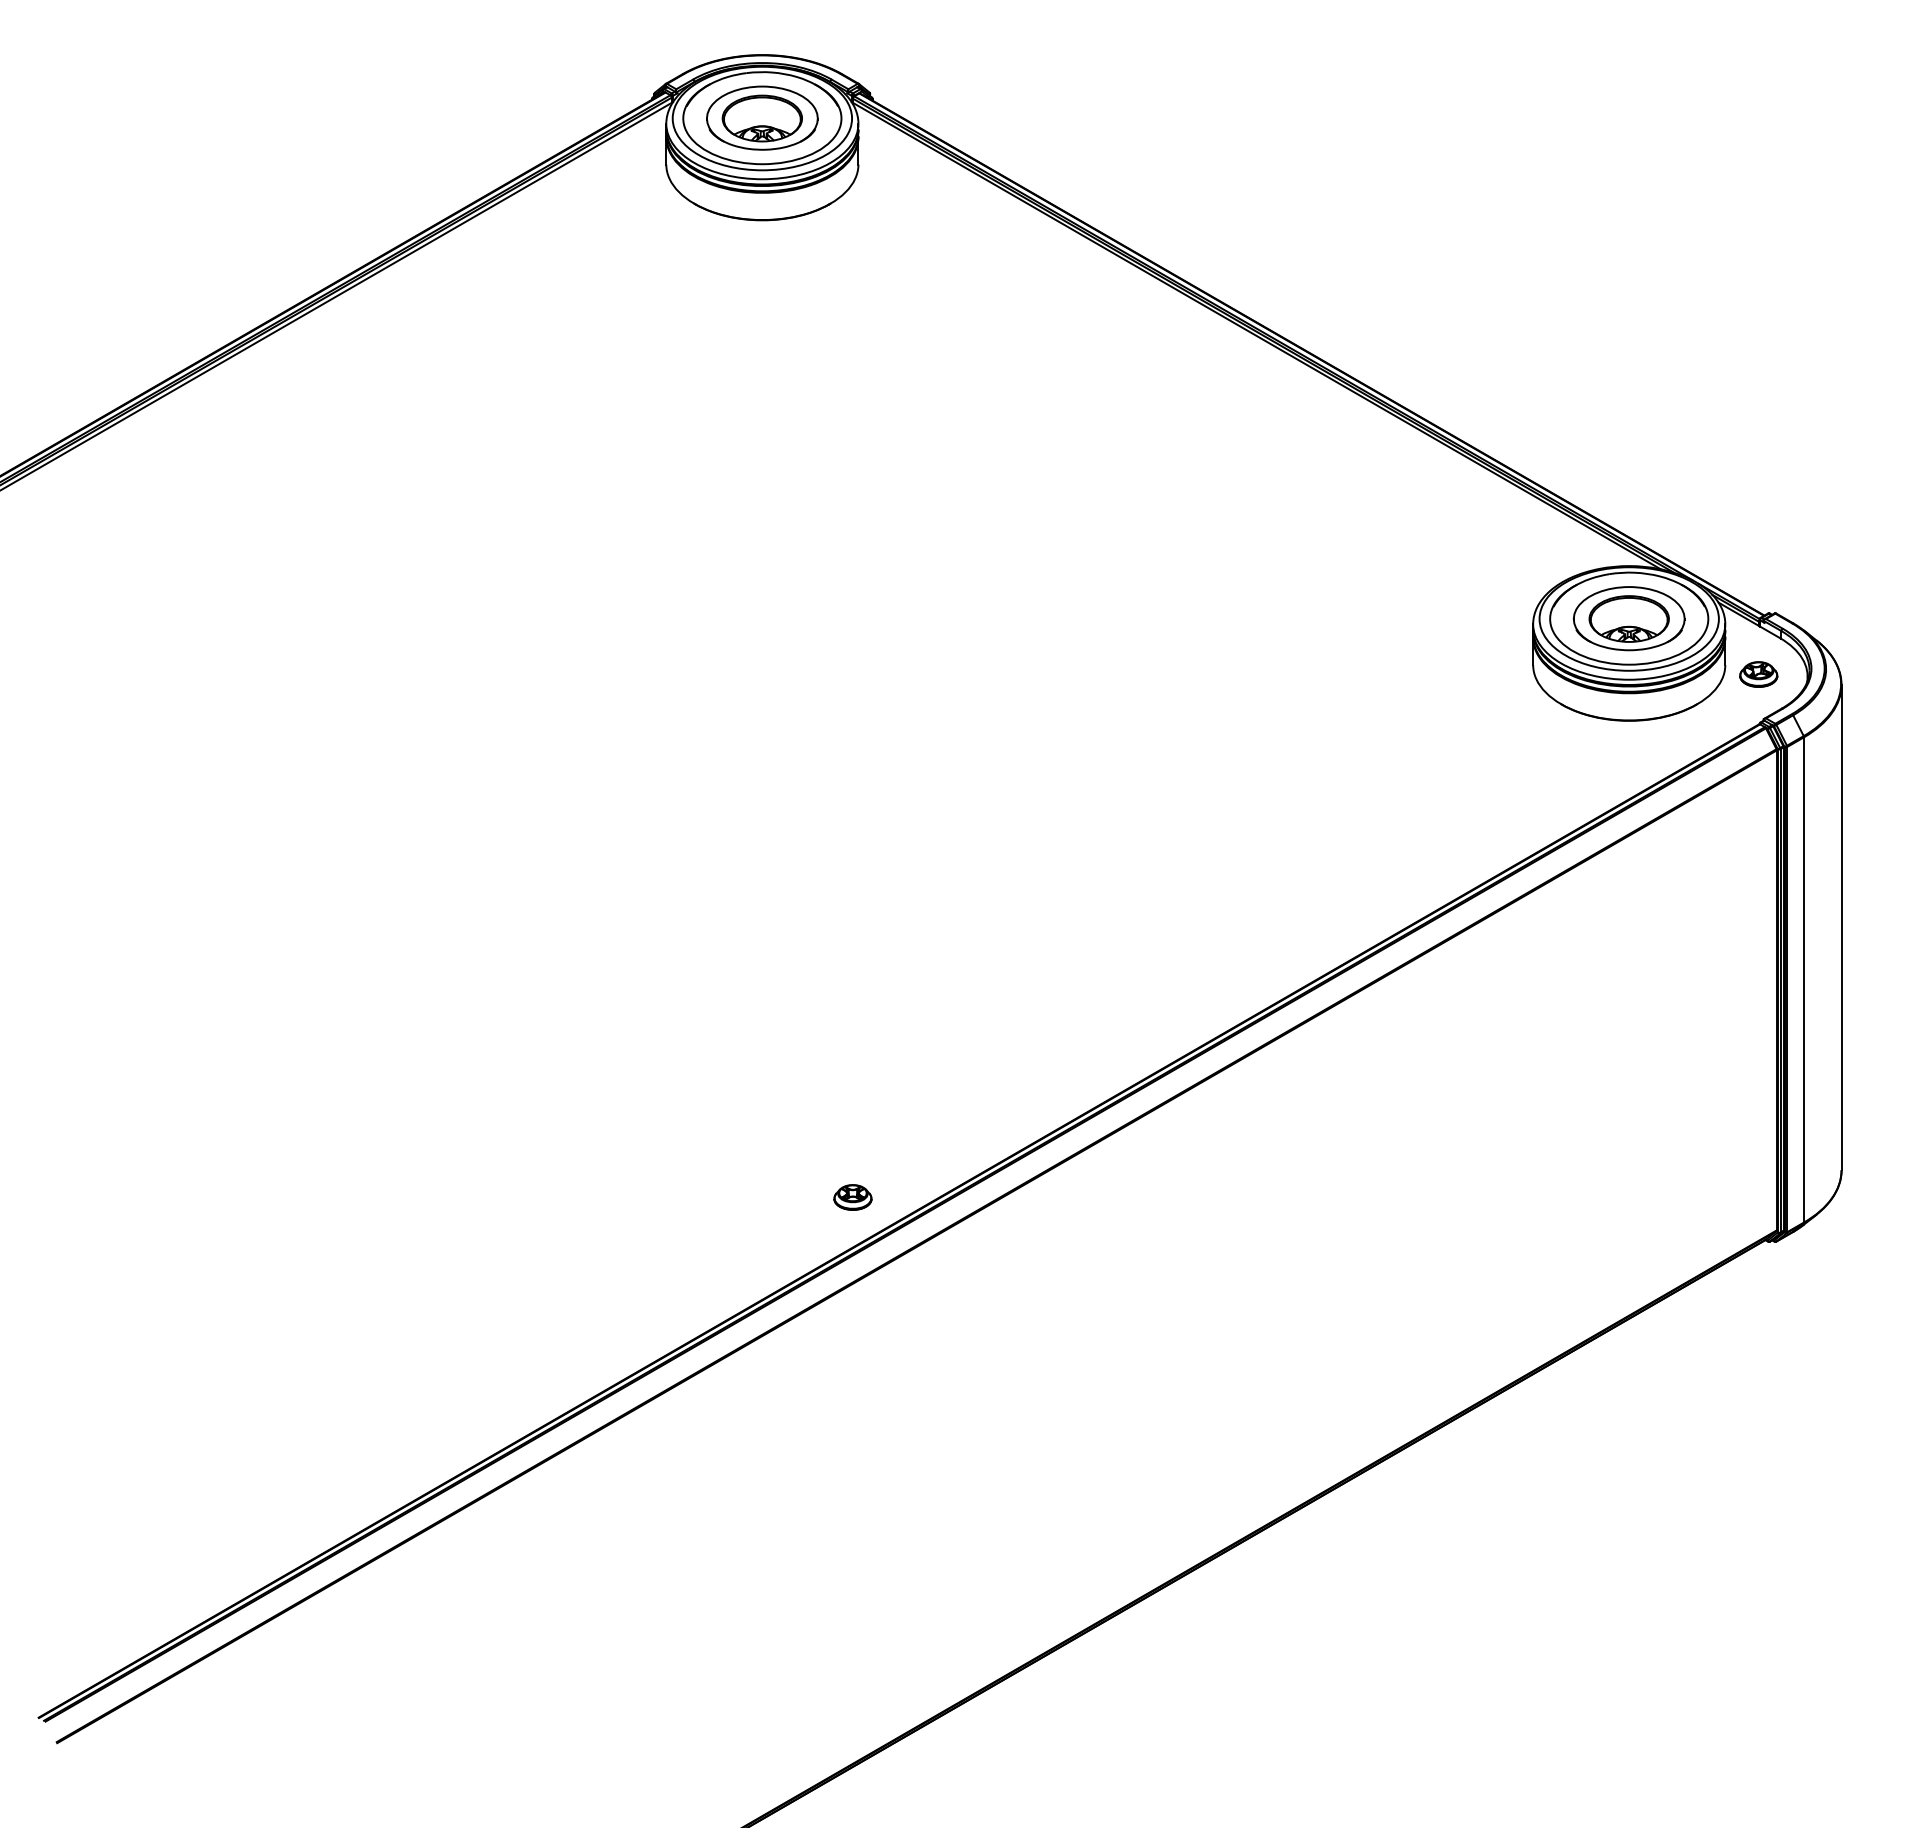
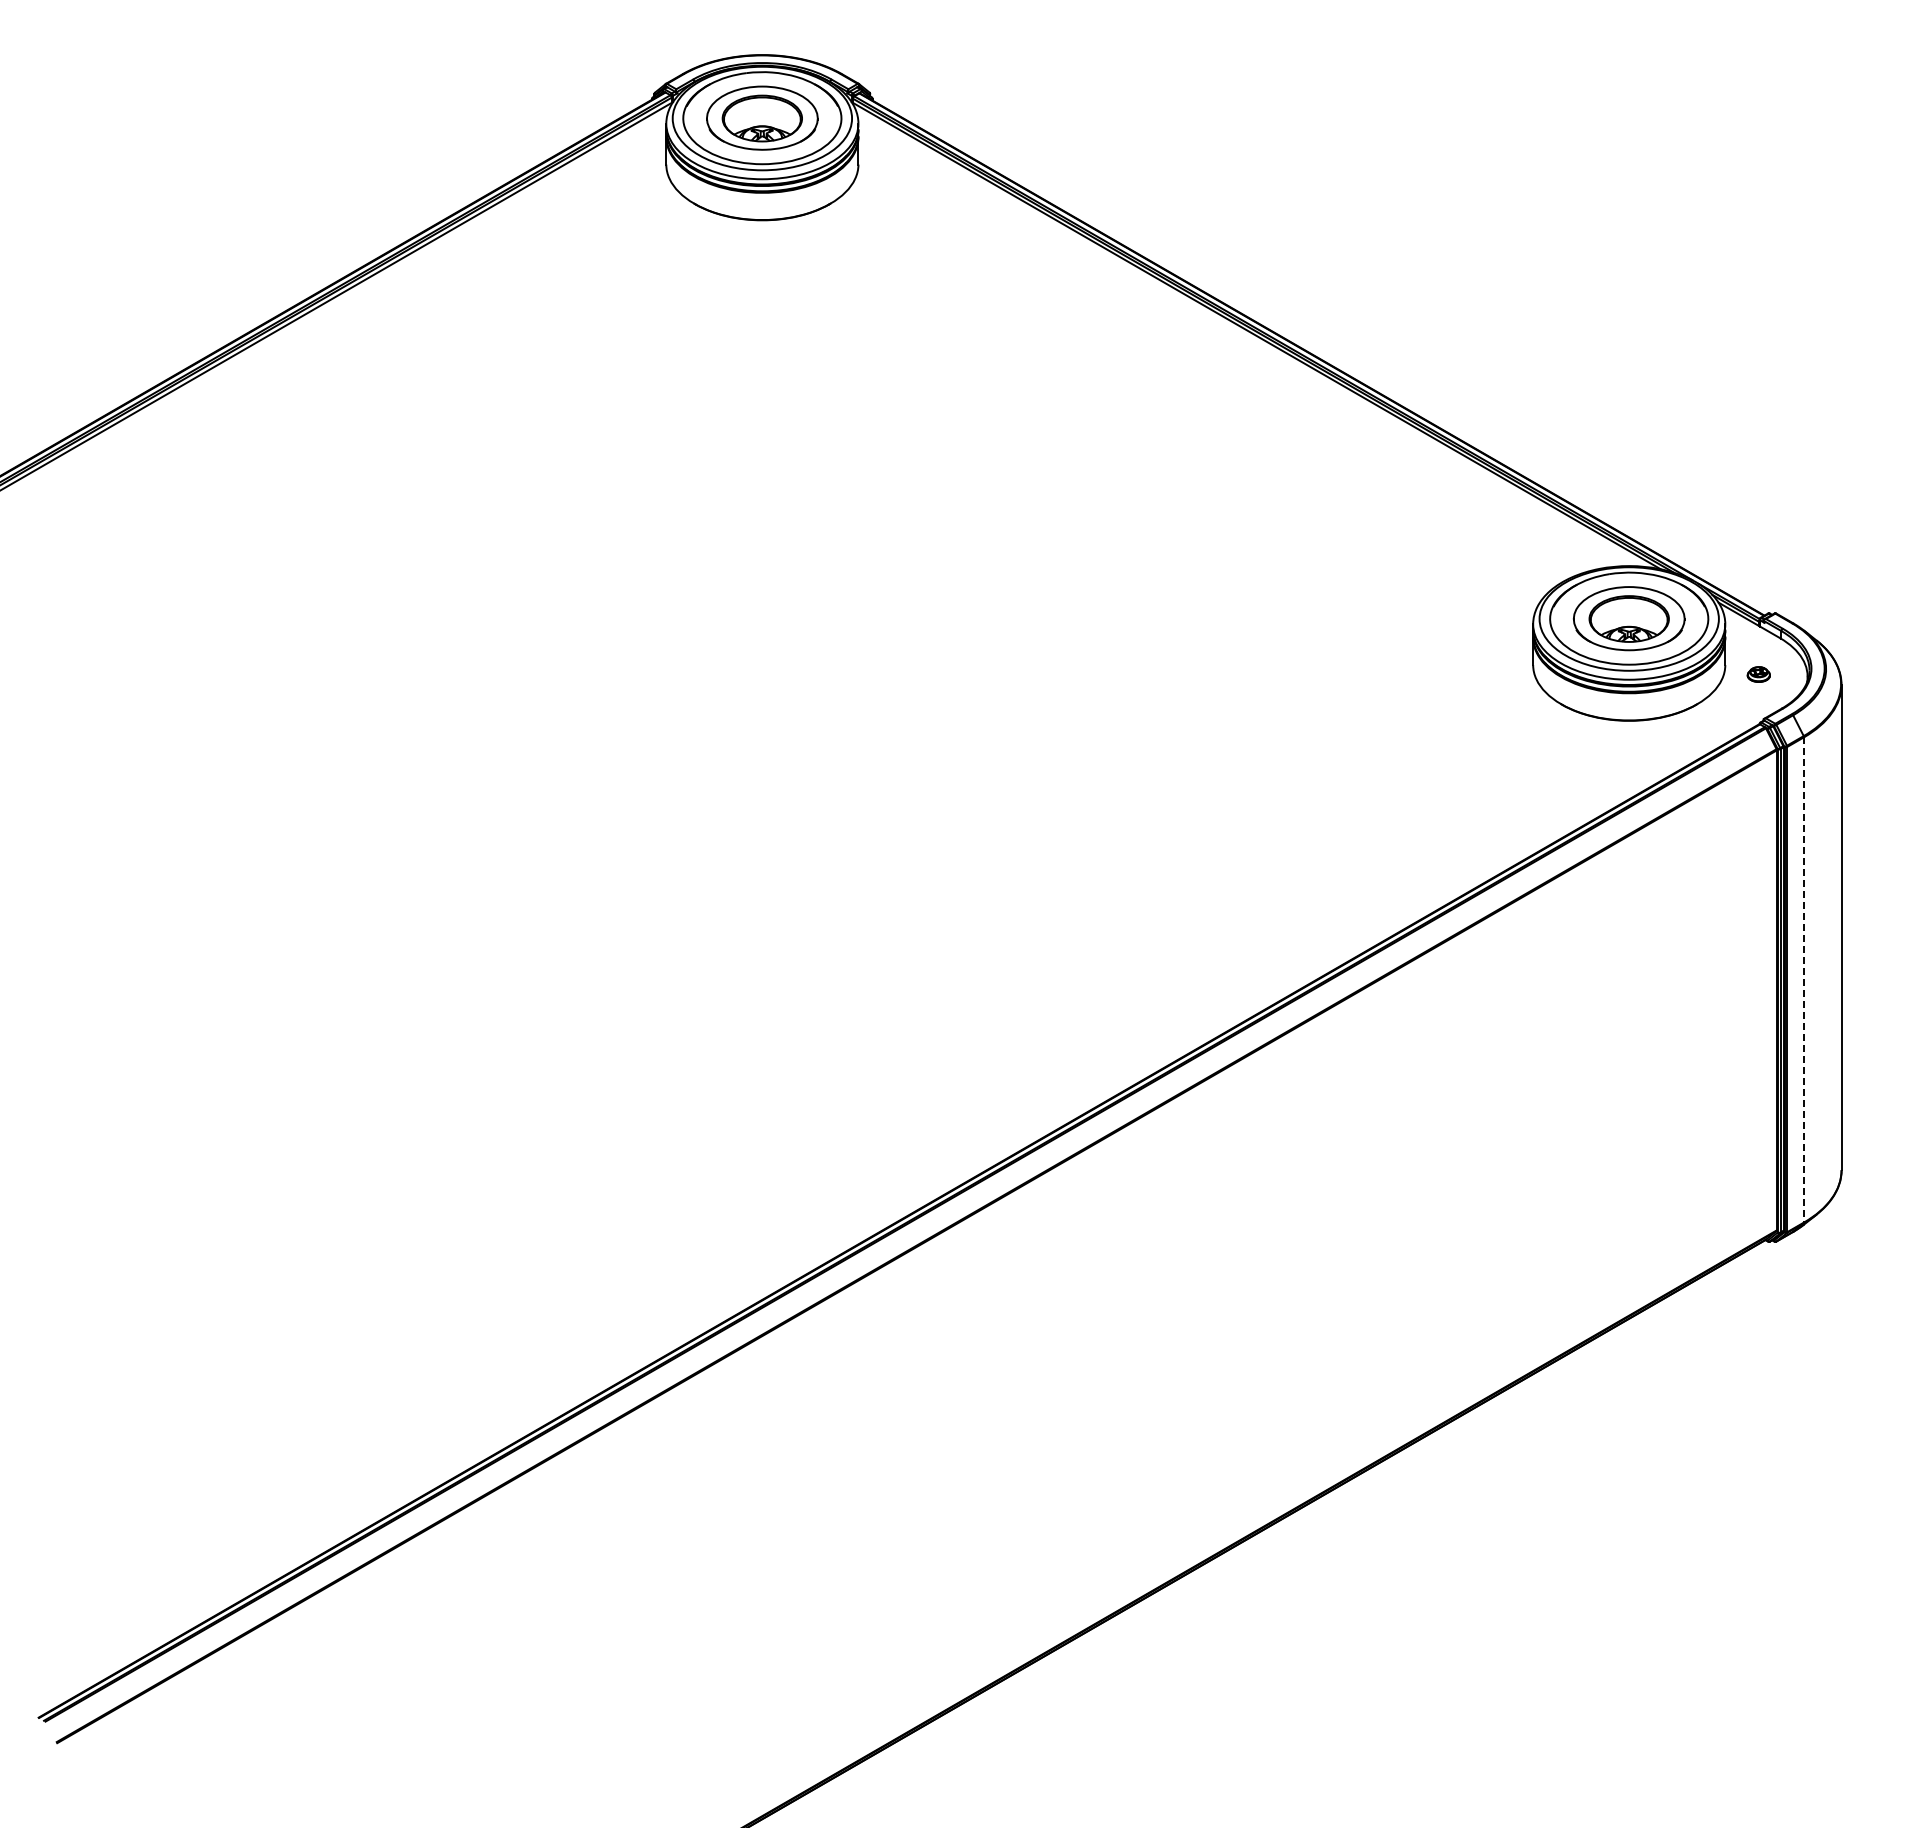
part at (1758, 674) size: 40x27 px -> 25x17 px
line at (1804, 979): solid -> dashed
part at (852, 1197): present -> none
